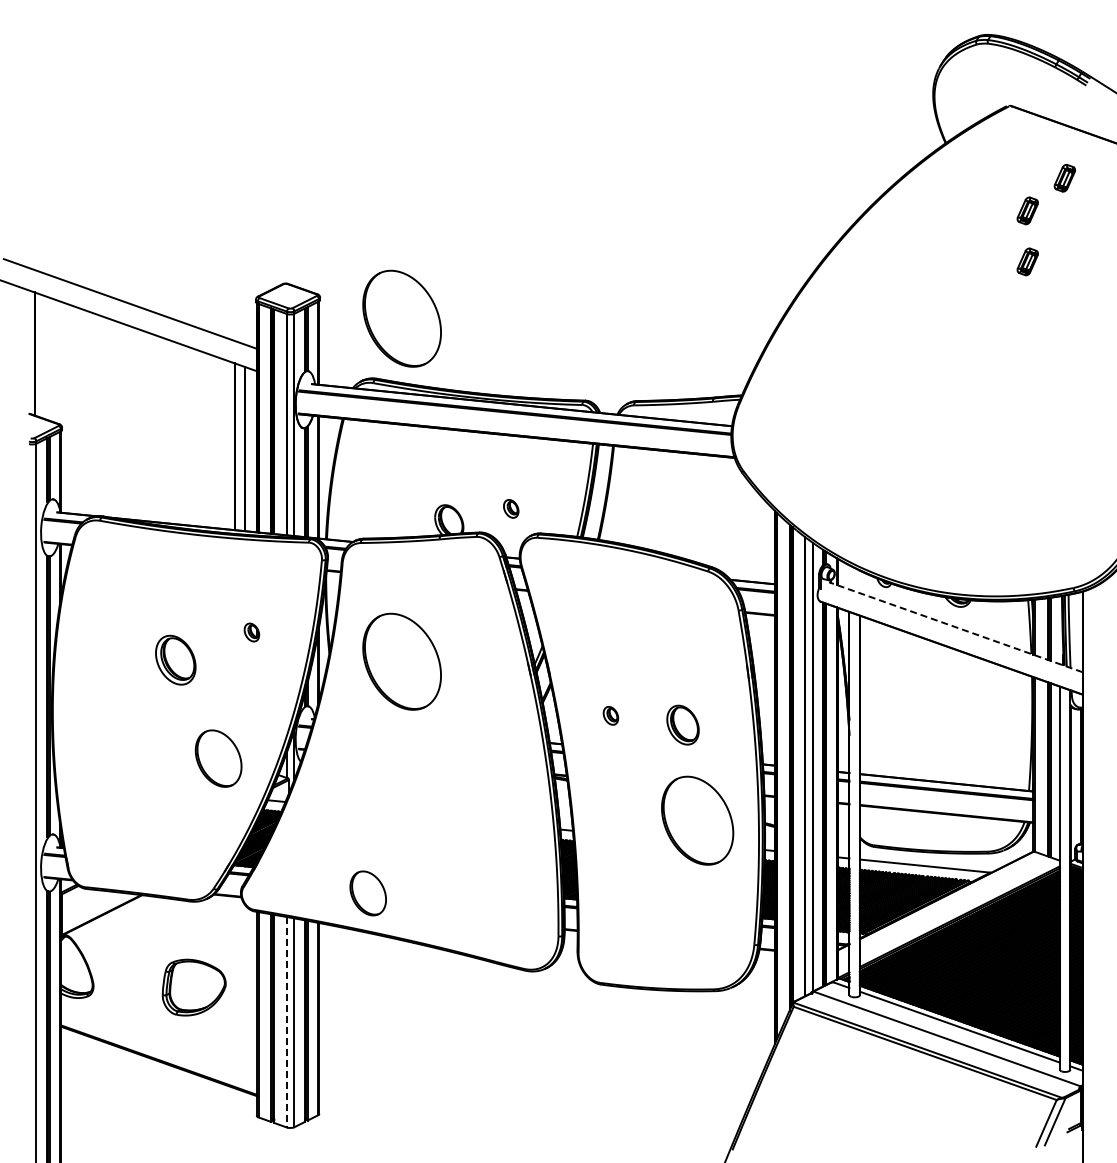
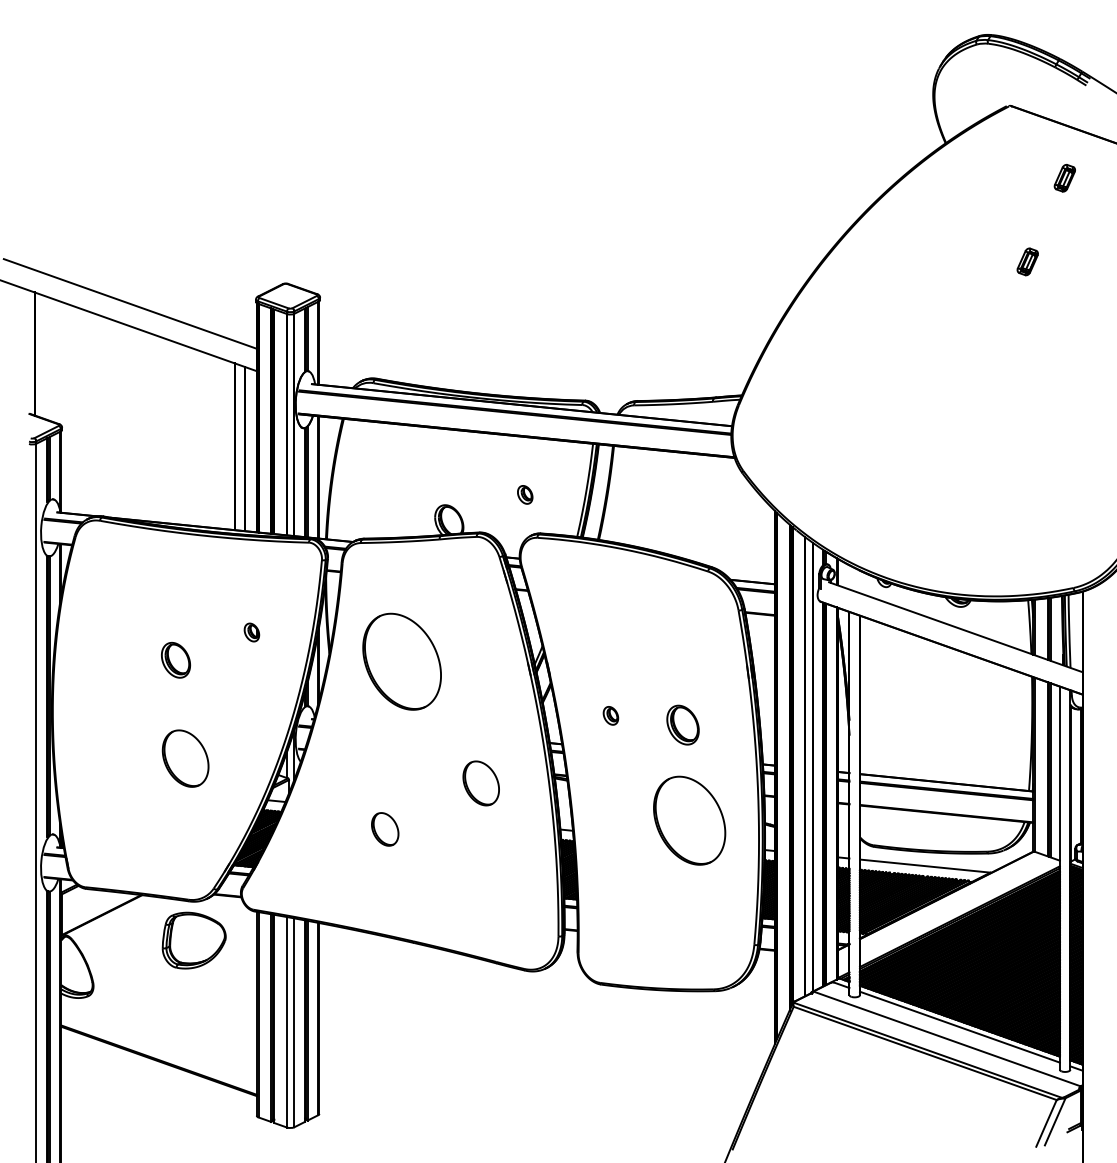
part at (1027, 210): present -> none
part at (401, 318): present -> none
part at (511, 508) position: (511, 508) -> (525, 494)
line at (955, 627): dashed -> solid
part at (175, 659) size: 42x52 px -> 31x37 px
part at (218, 758) position: (218, 758) -> (185, 758)
part at (697, 820) position: (697, 820) -> (689, 820)
part at (385, 829): none -> present
part at (367, 893) position: (367, 893) -> (480, 783)
part at (193, 987) position: (193, 987) -> (193, 940)
line at (286, 1022): dashed -> solid
